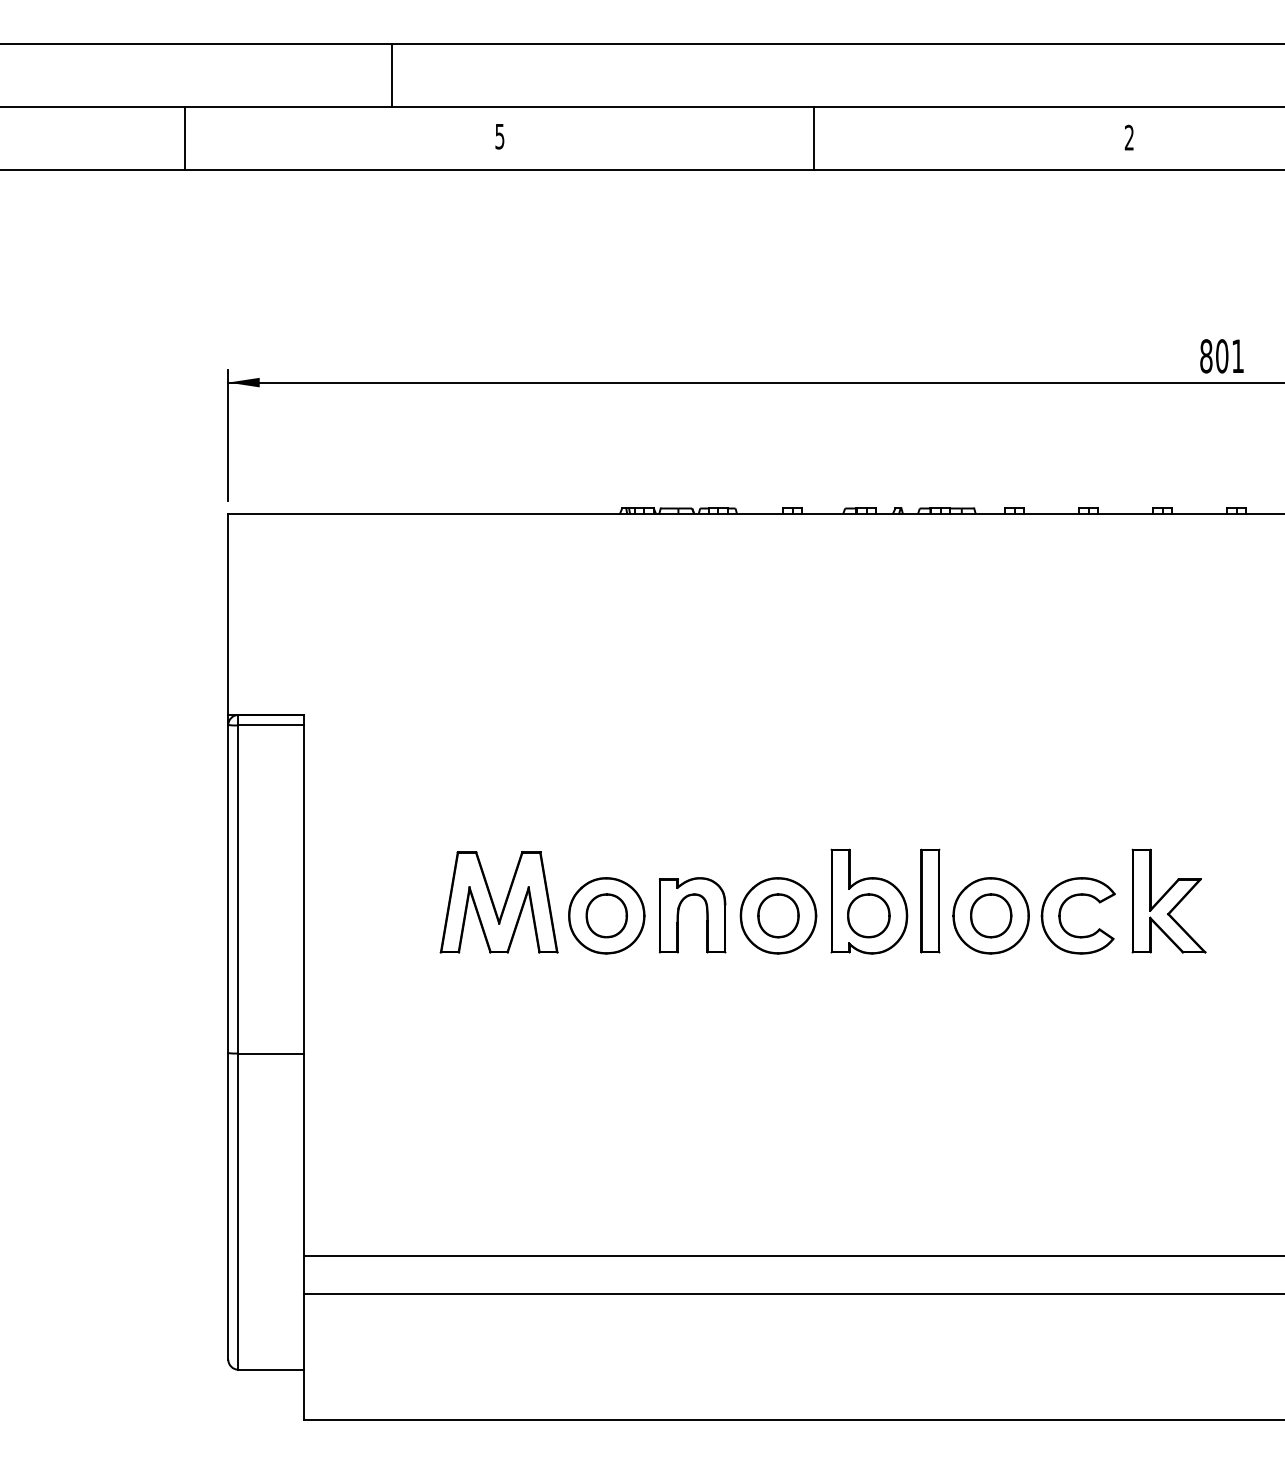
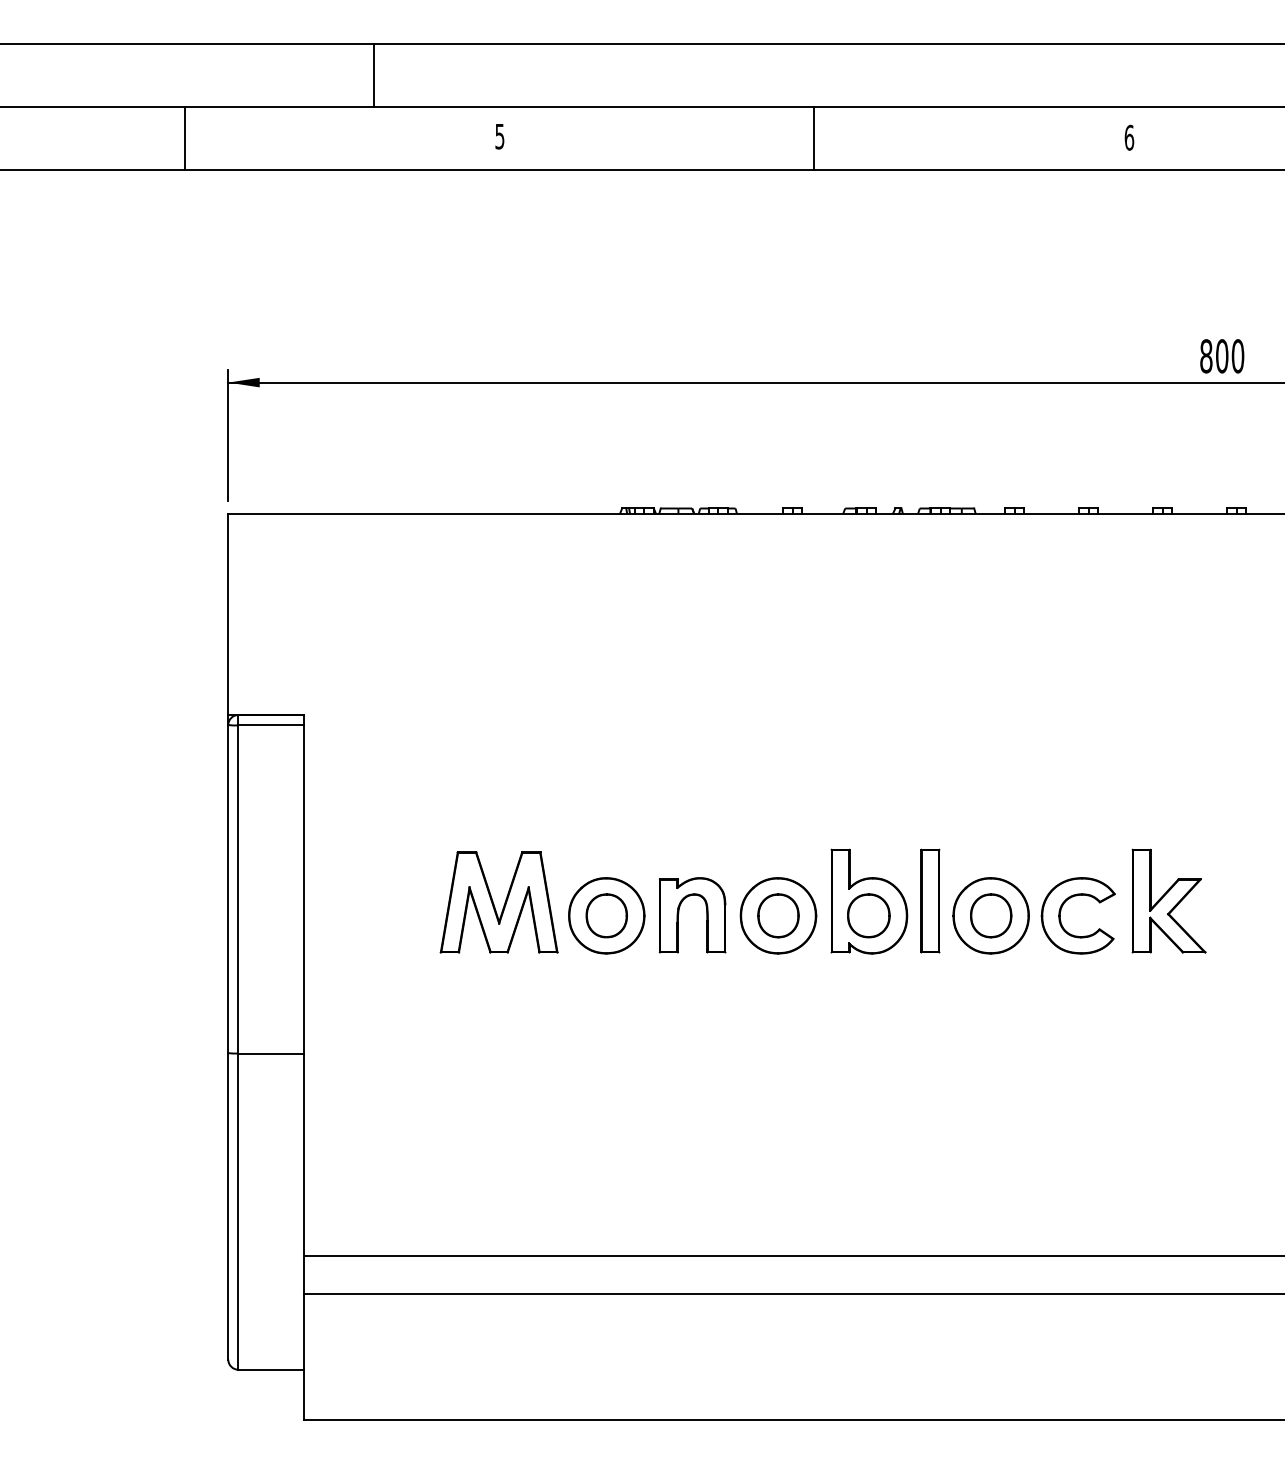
line at (391, 74) position: (391, 74) -> (373, 74)
text at (1129, 137): 2 -> 6
text at (1237, 356): 801 -> 800
